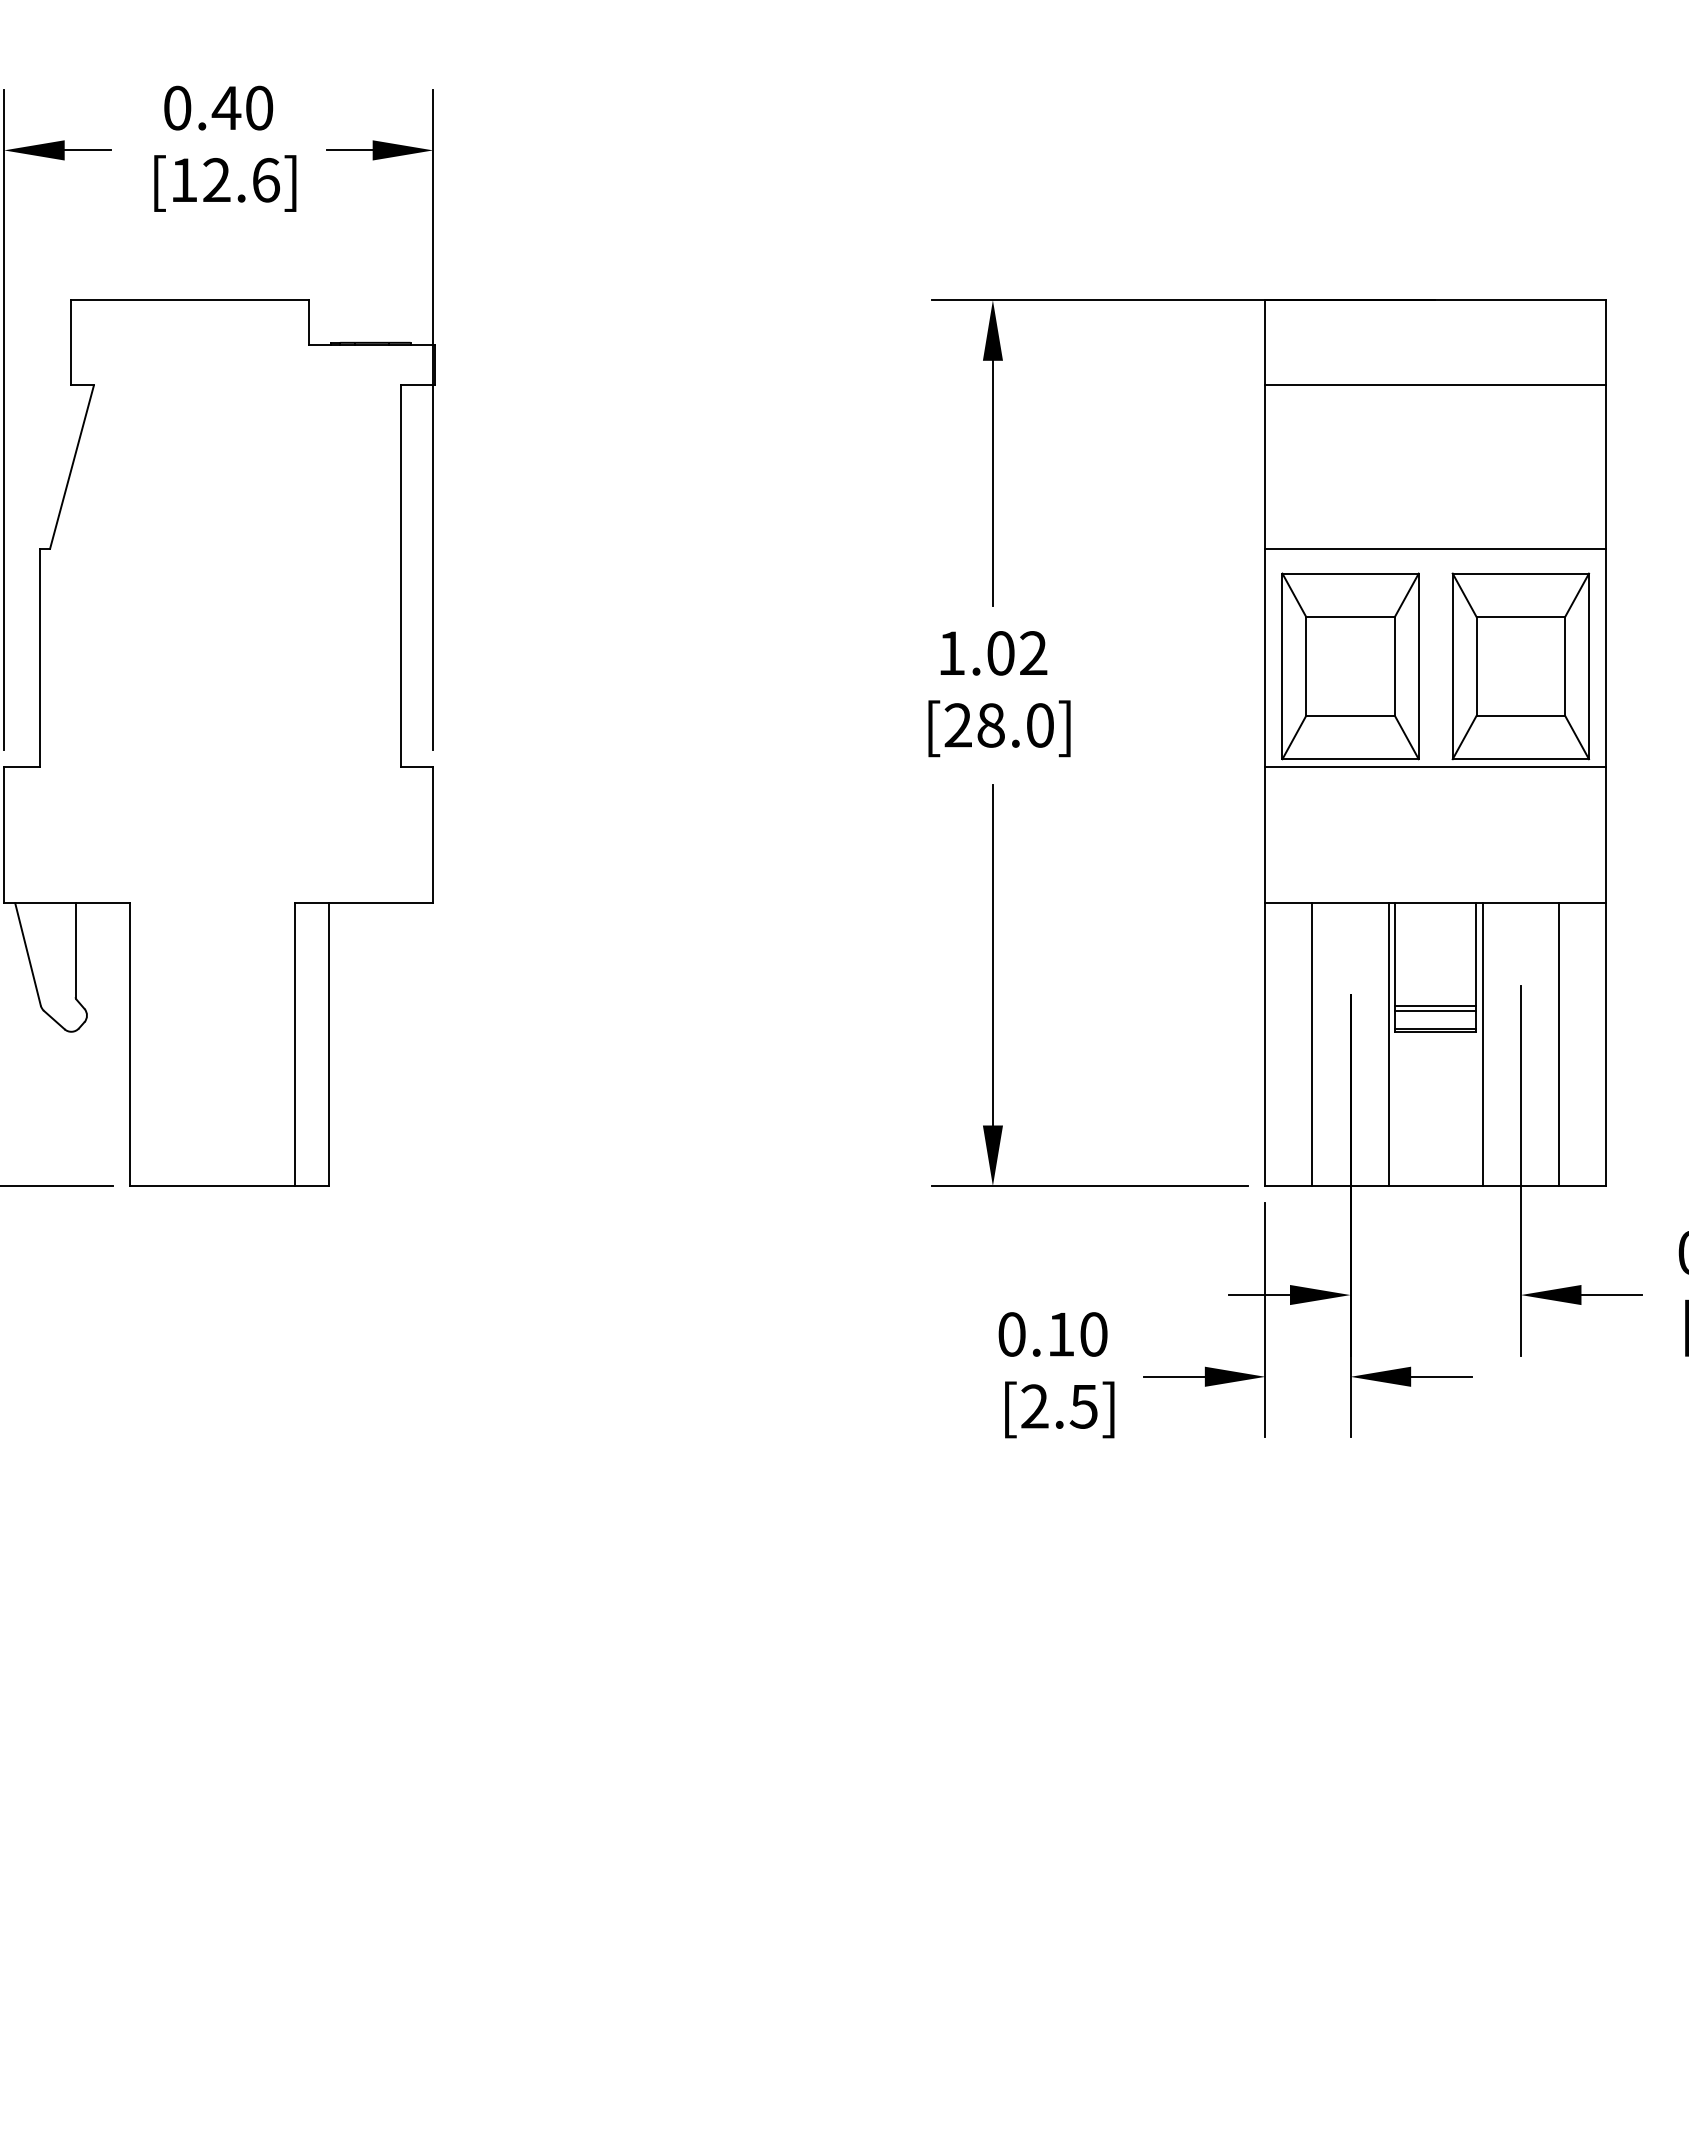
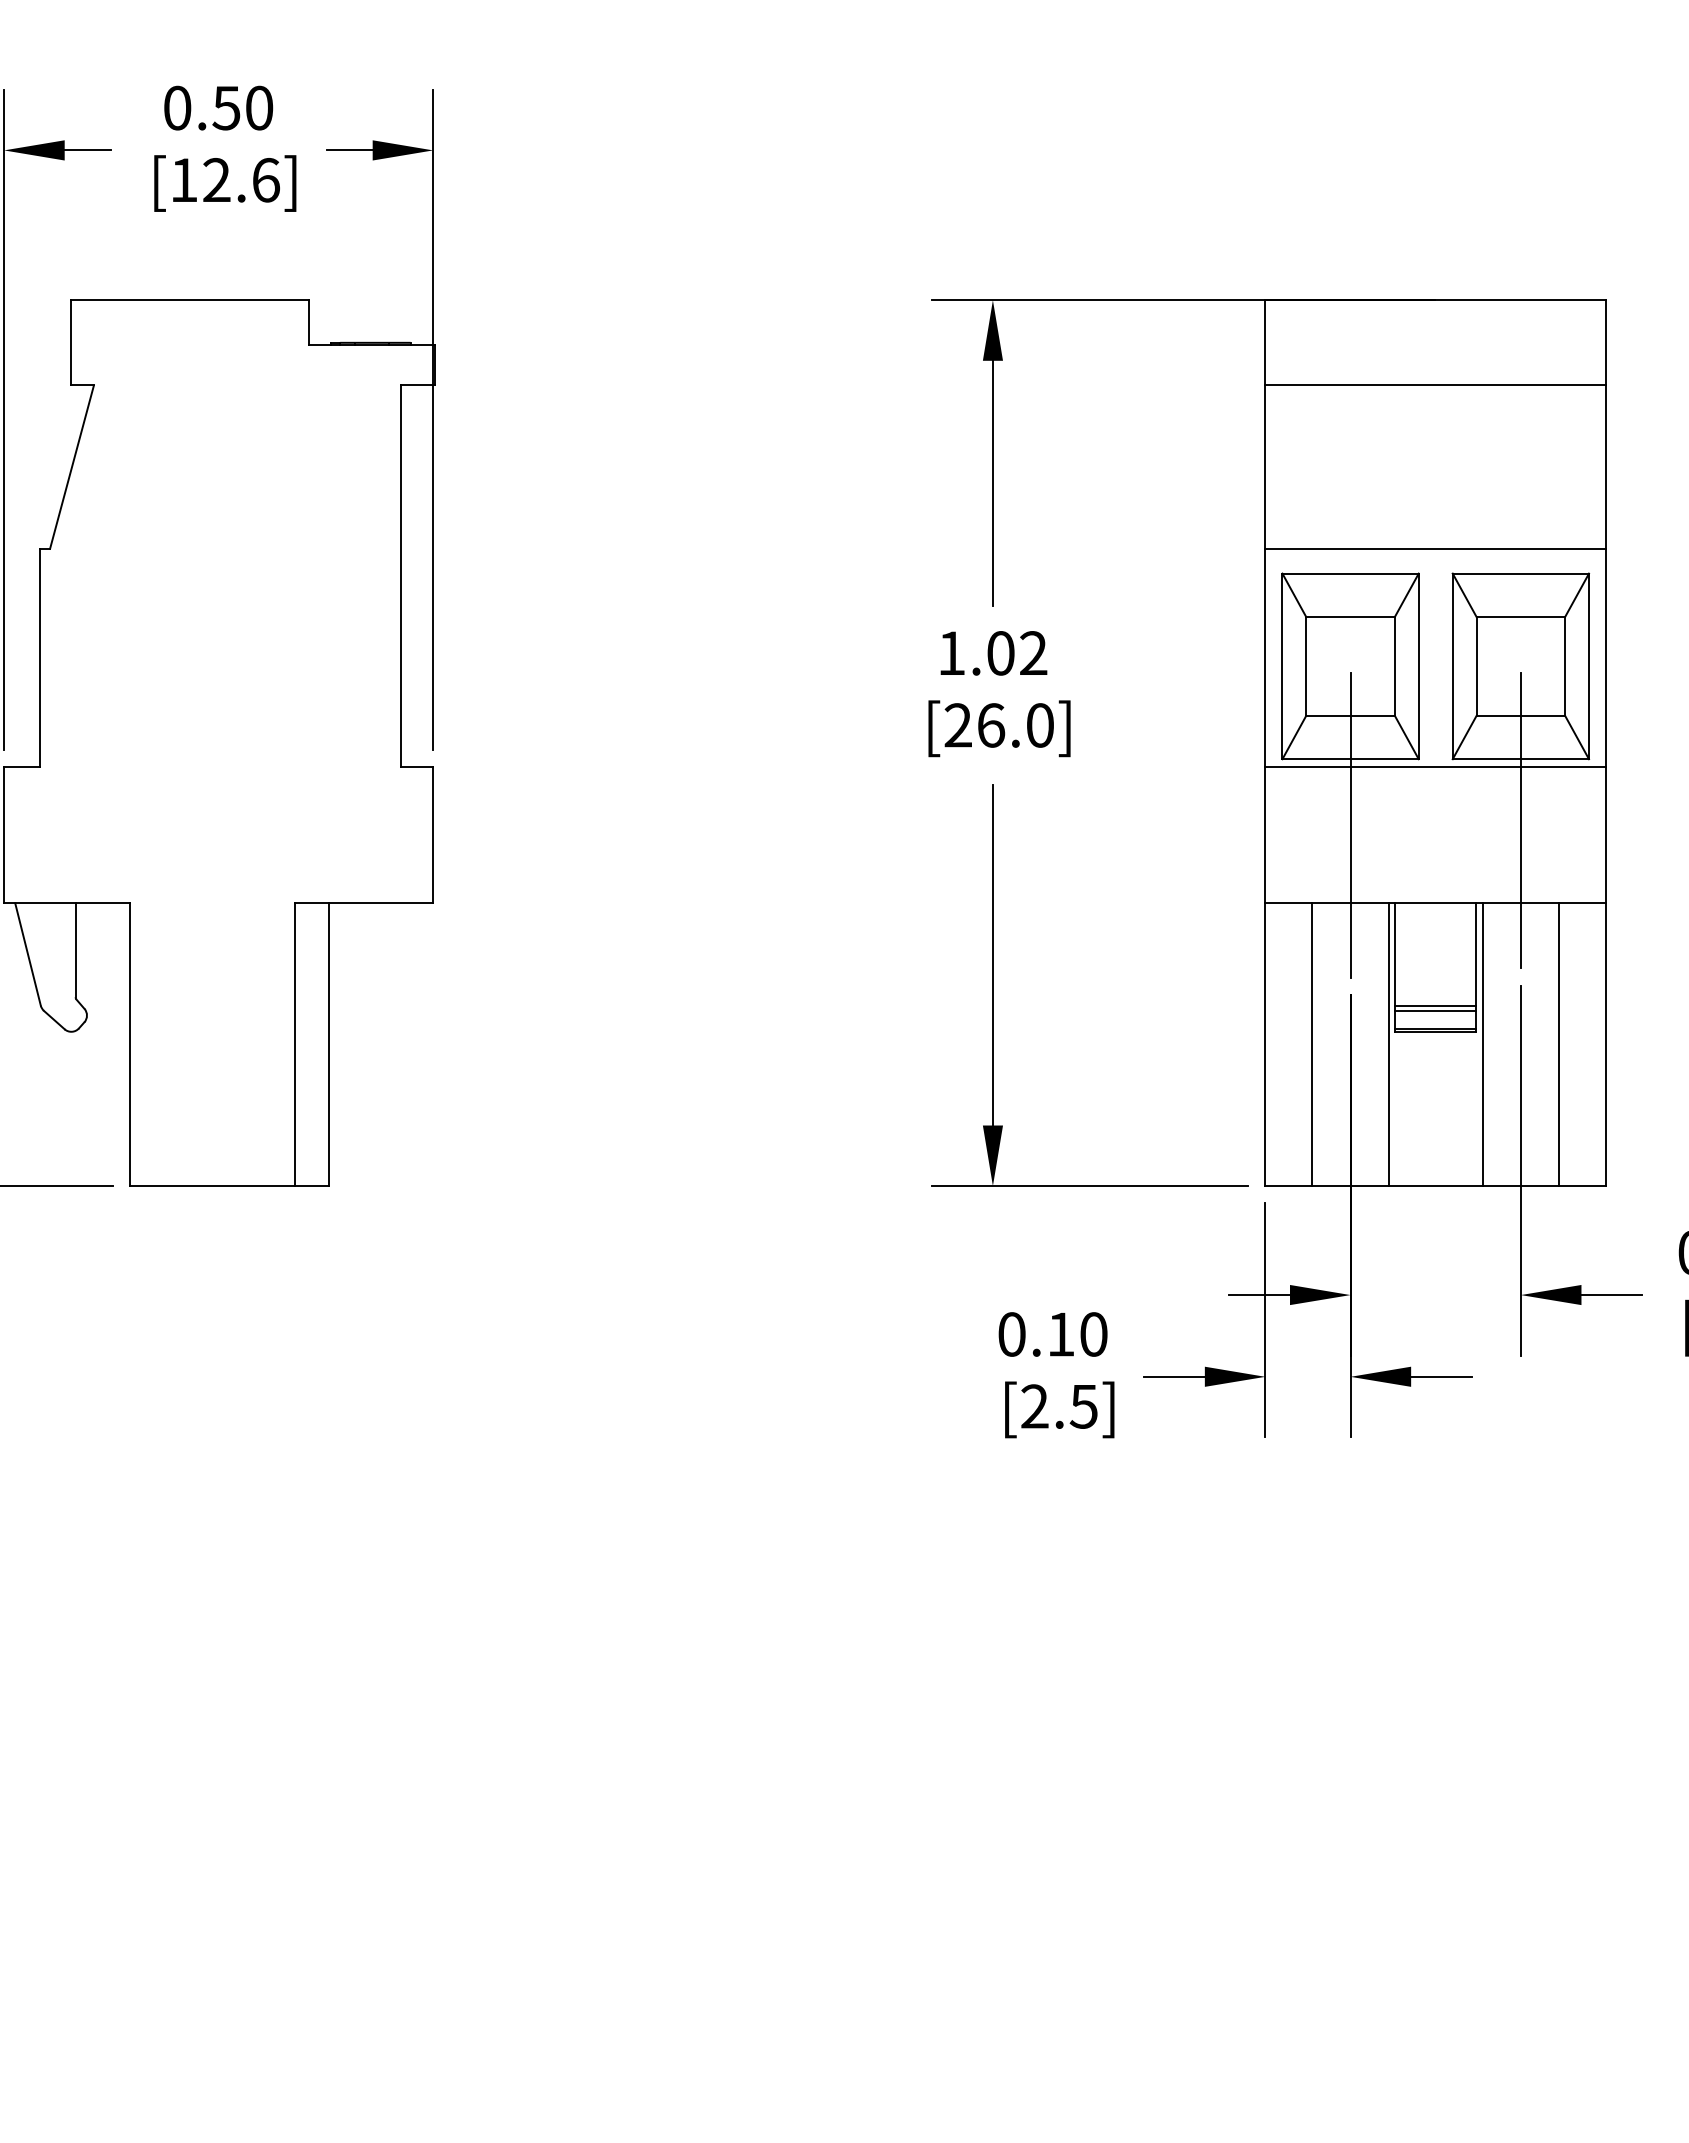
text at (226, 108): 0.40 -> 0.50
text at (991, 725): [28.0] -> [26.0]
line at (1520, 820): none -> present
line at (1350, 824): none -> present
